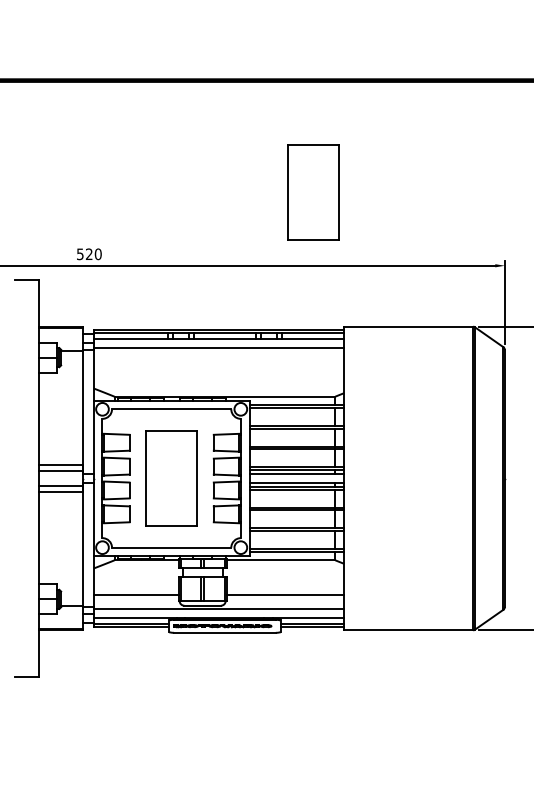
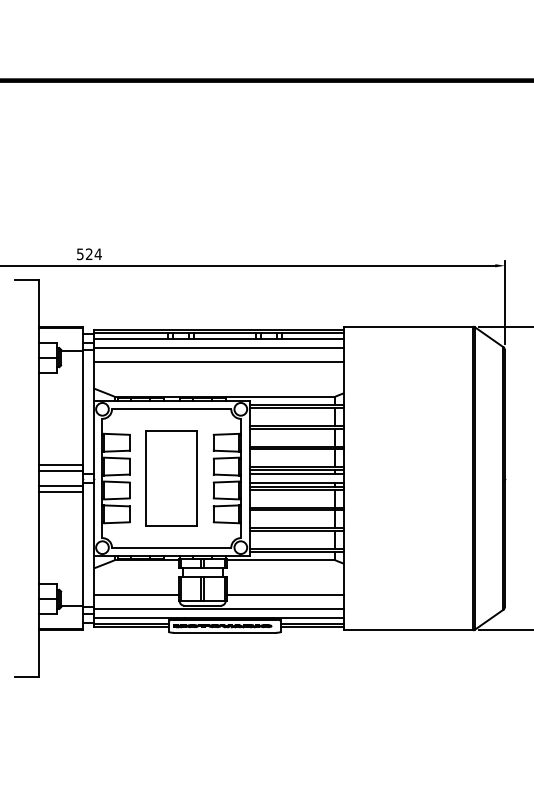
part at (313, 192): present -> none
text at (97, 254): 520 -> 524
line at (218, 361): none -> present
